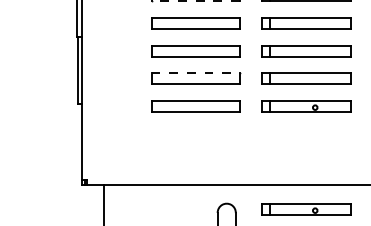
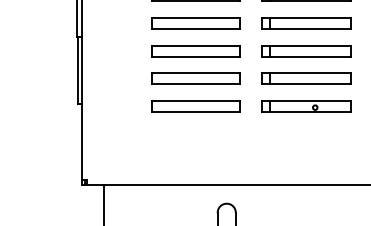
line at (195, 1): dashed -> solid
line at (196, 73): dashed -> solid
part at (306, 209): present -> none
